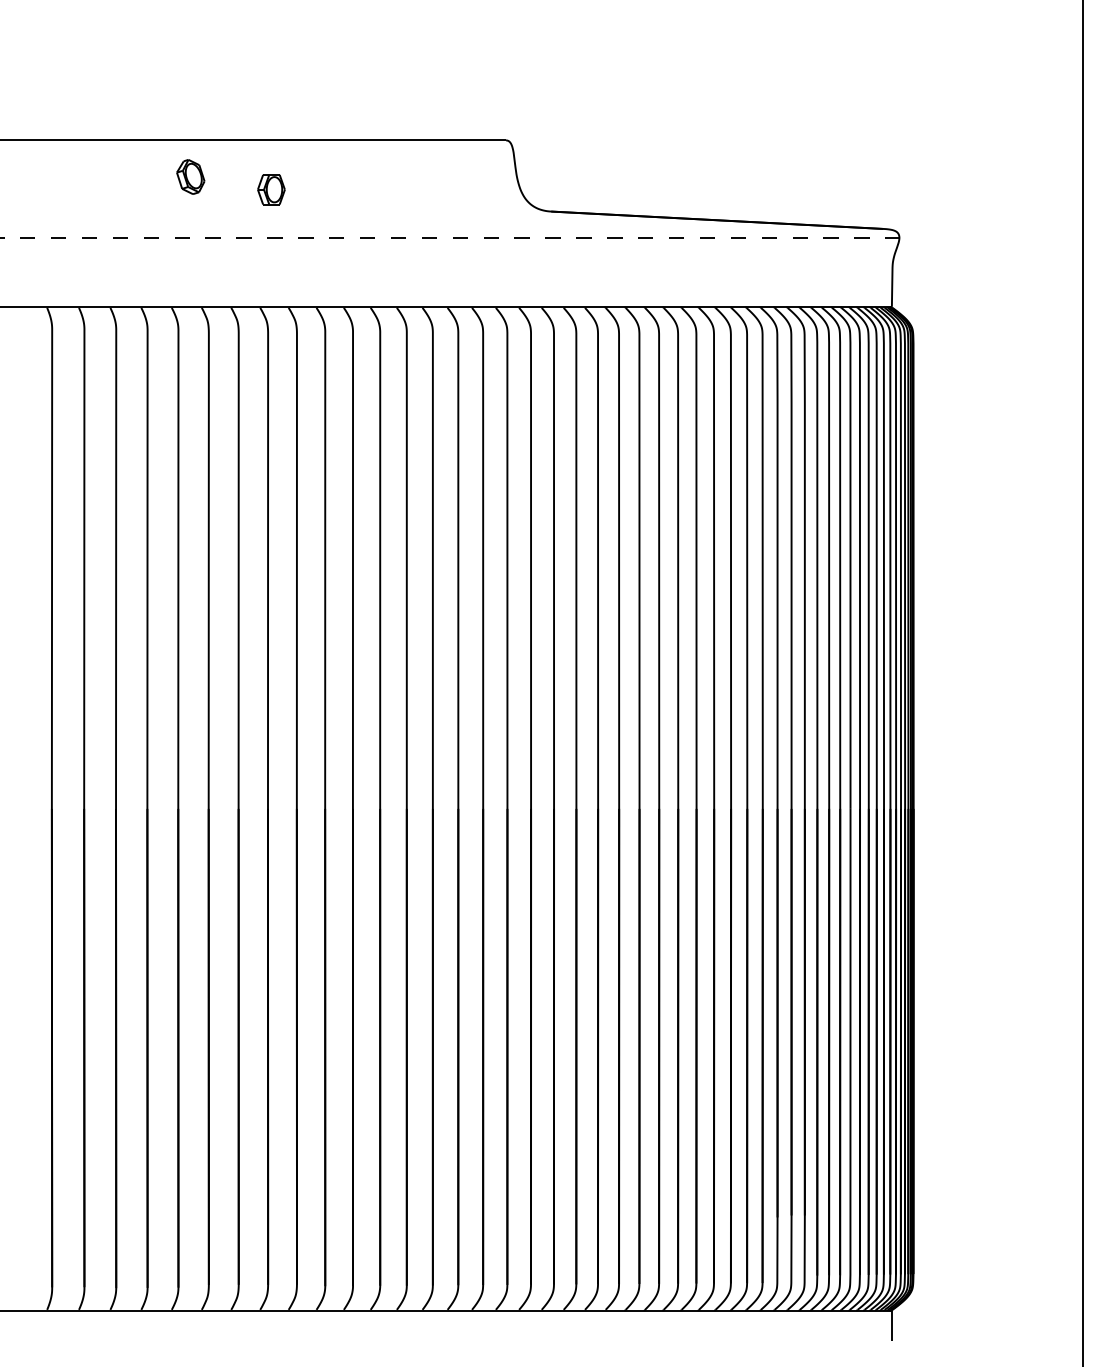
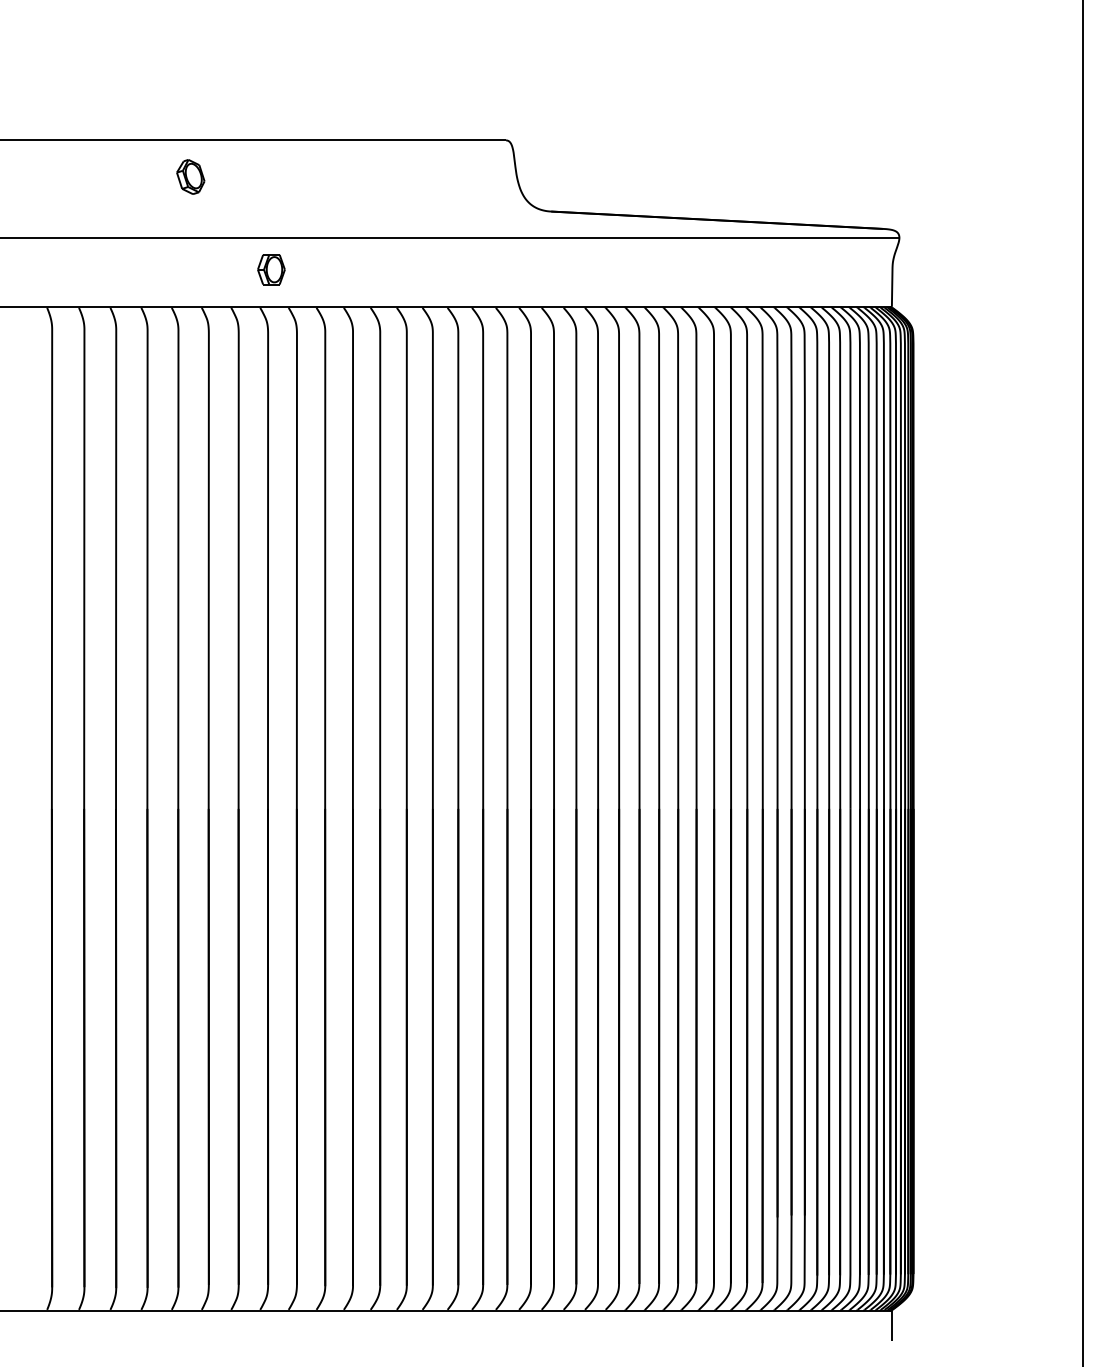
part at (271, 189) position: (271, 189) -> (271, 269)
line at (450, 237): dashed -> solid
